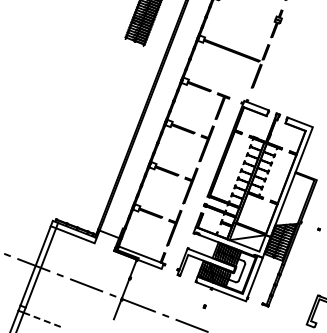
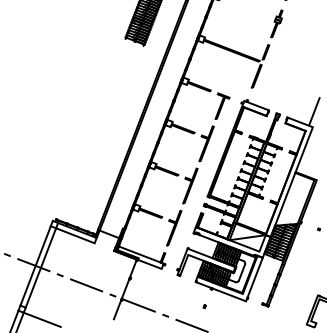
line at (313, 111): none -> present
line at (42, 319): dashed -> solid
